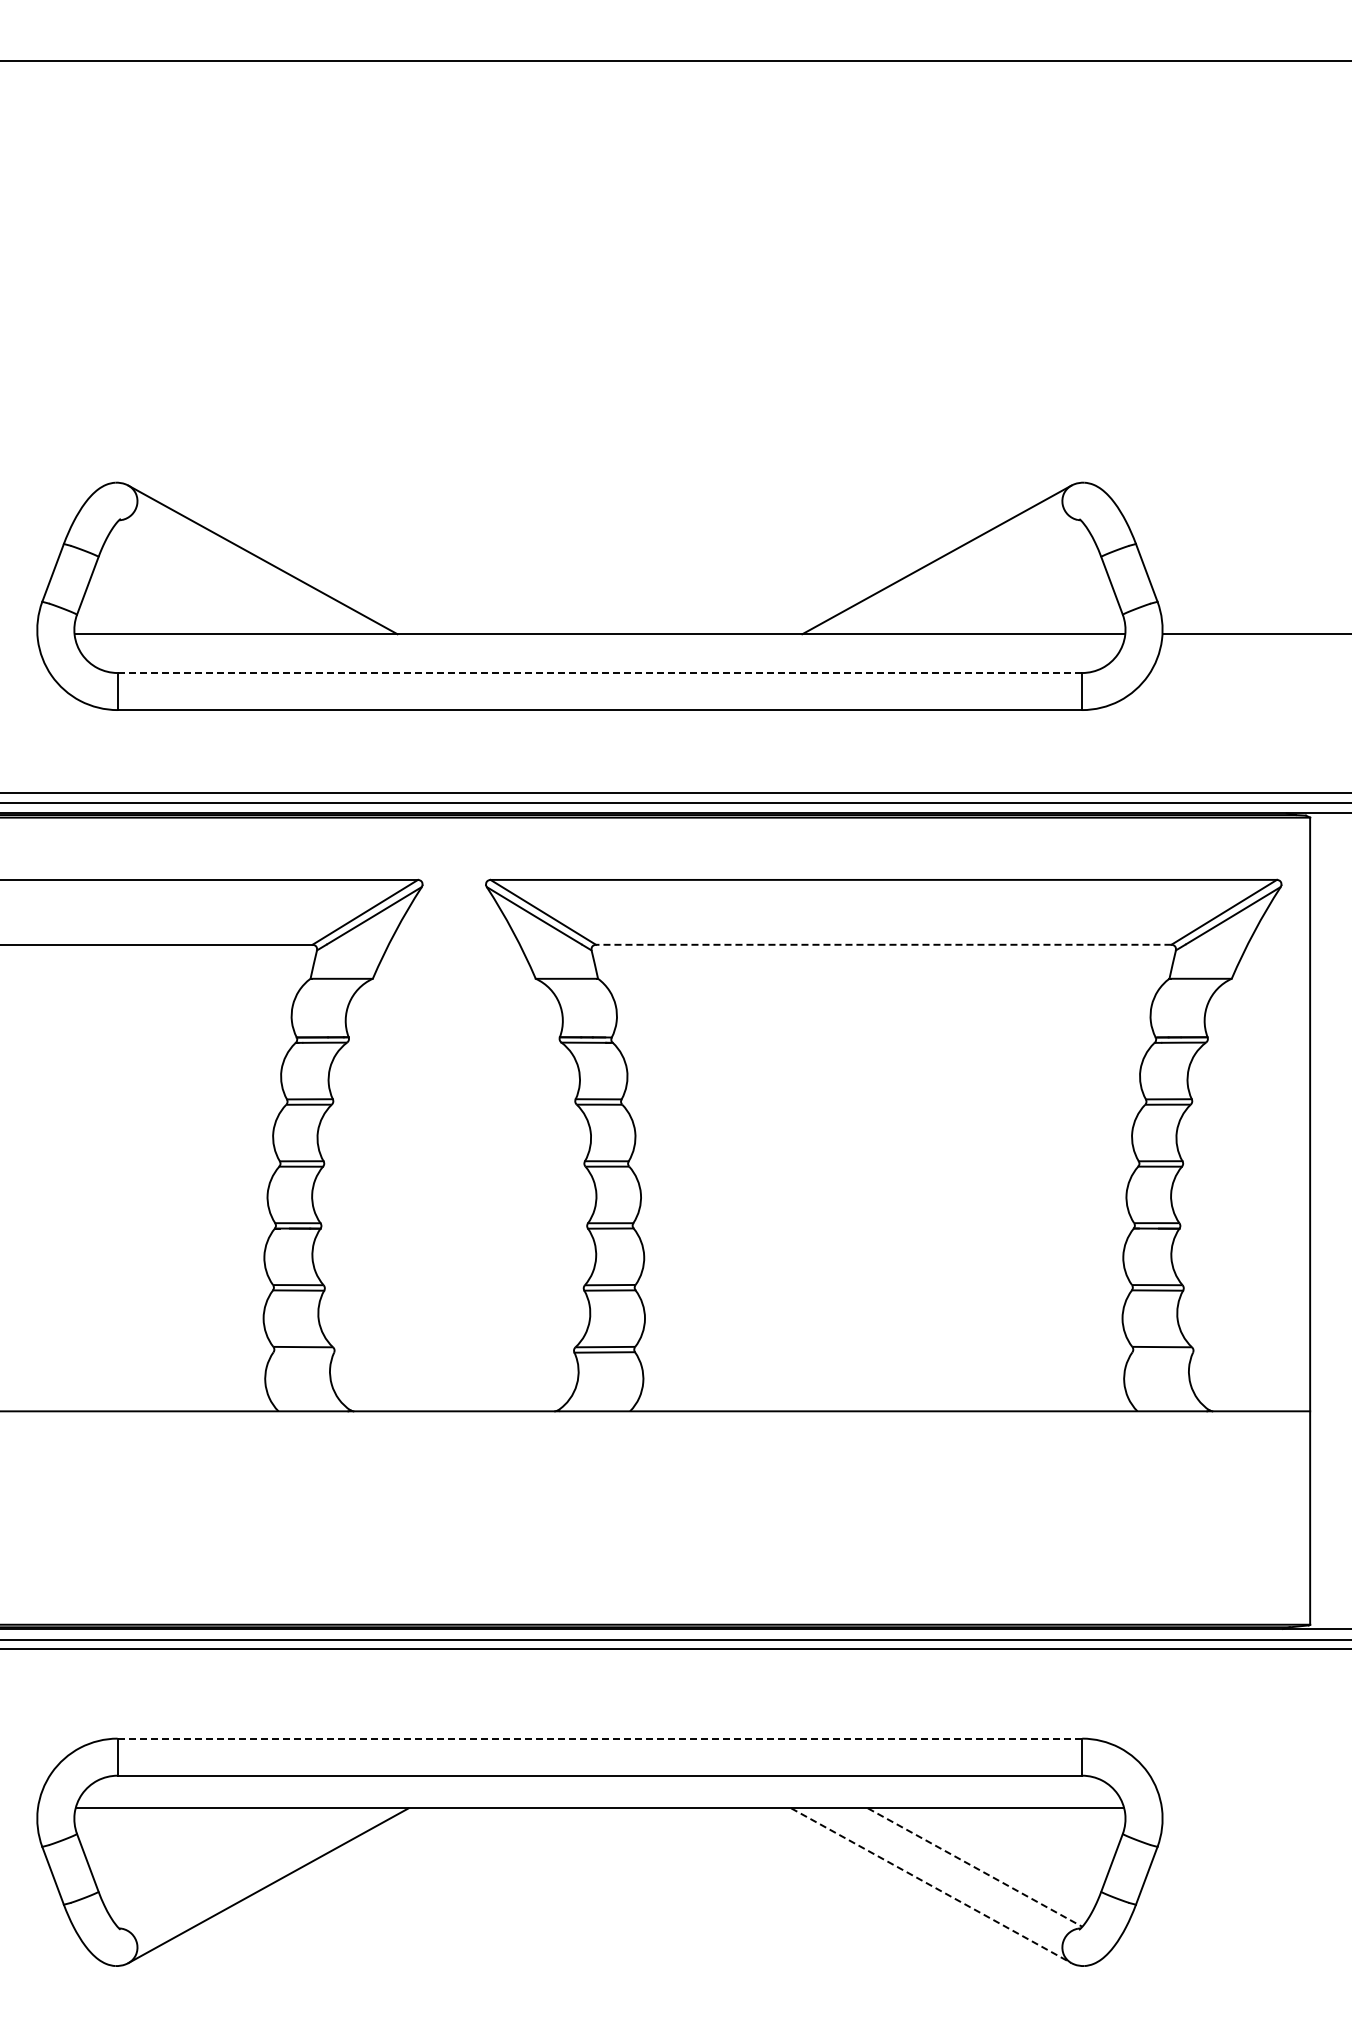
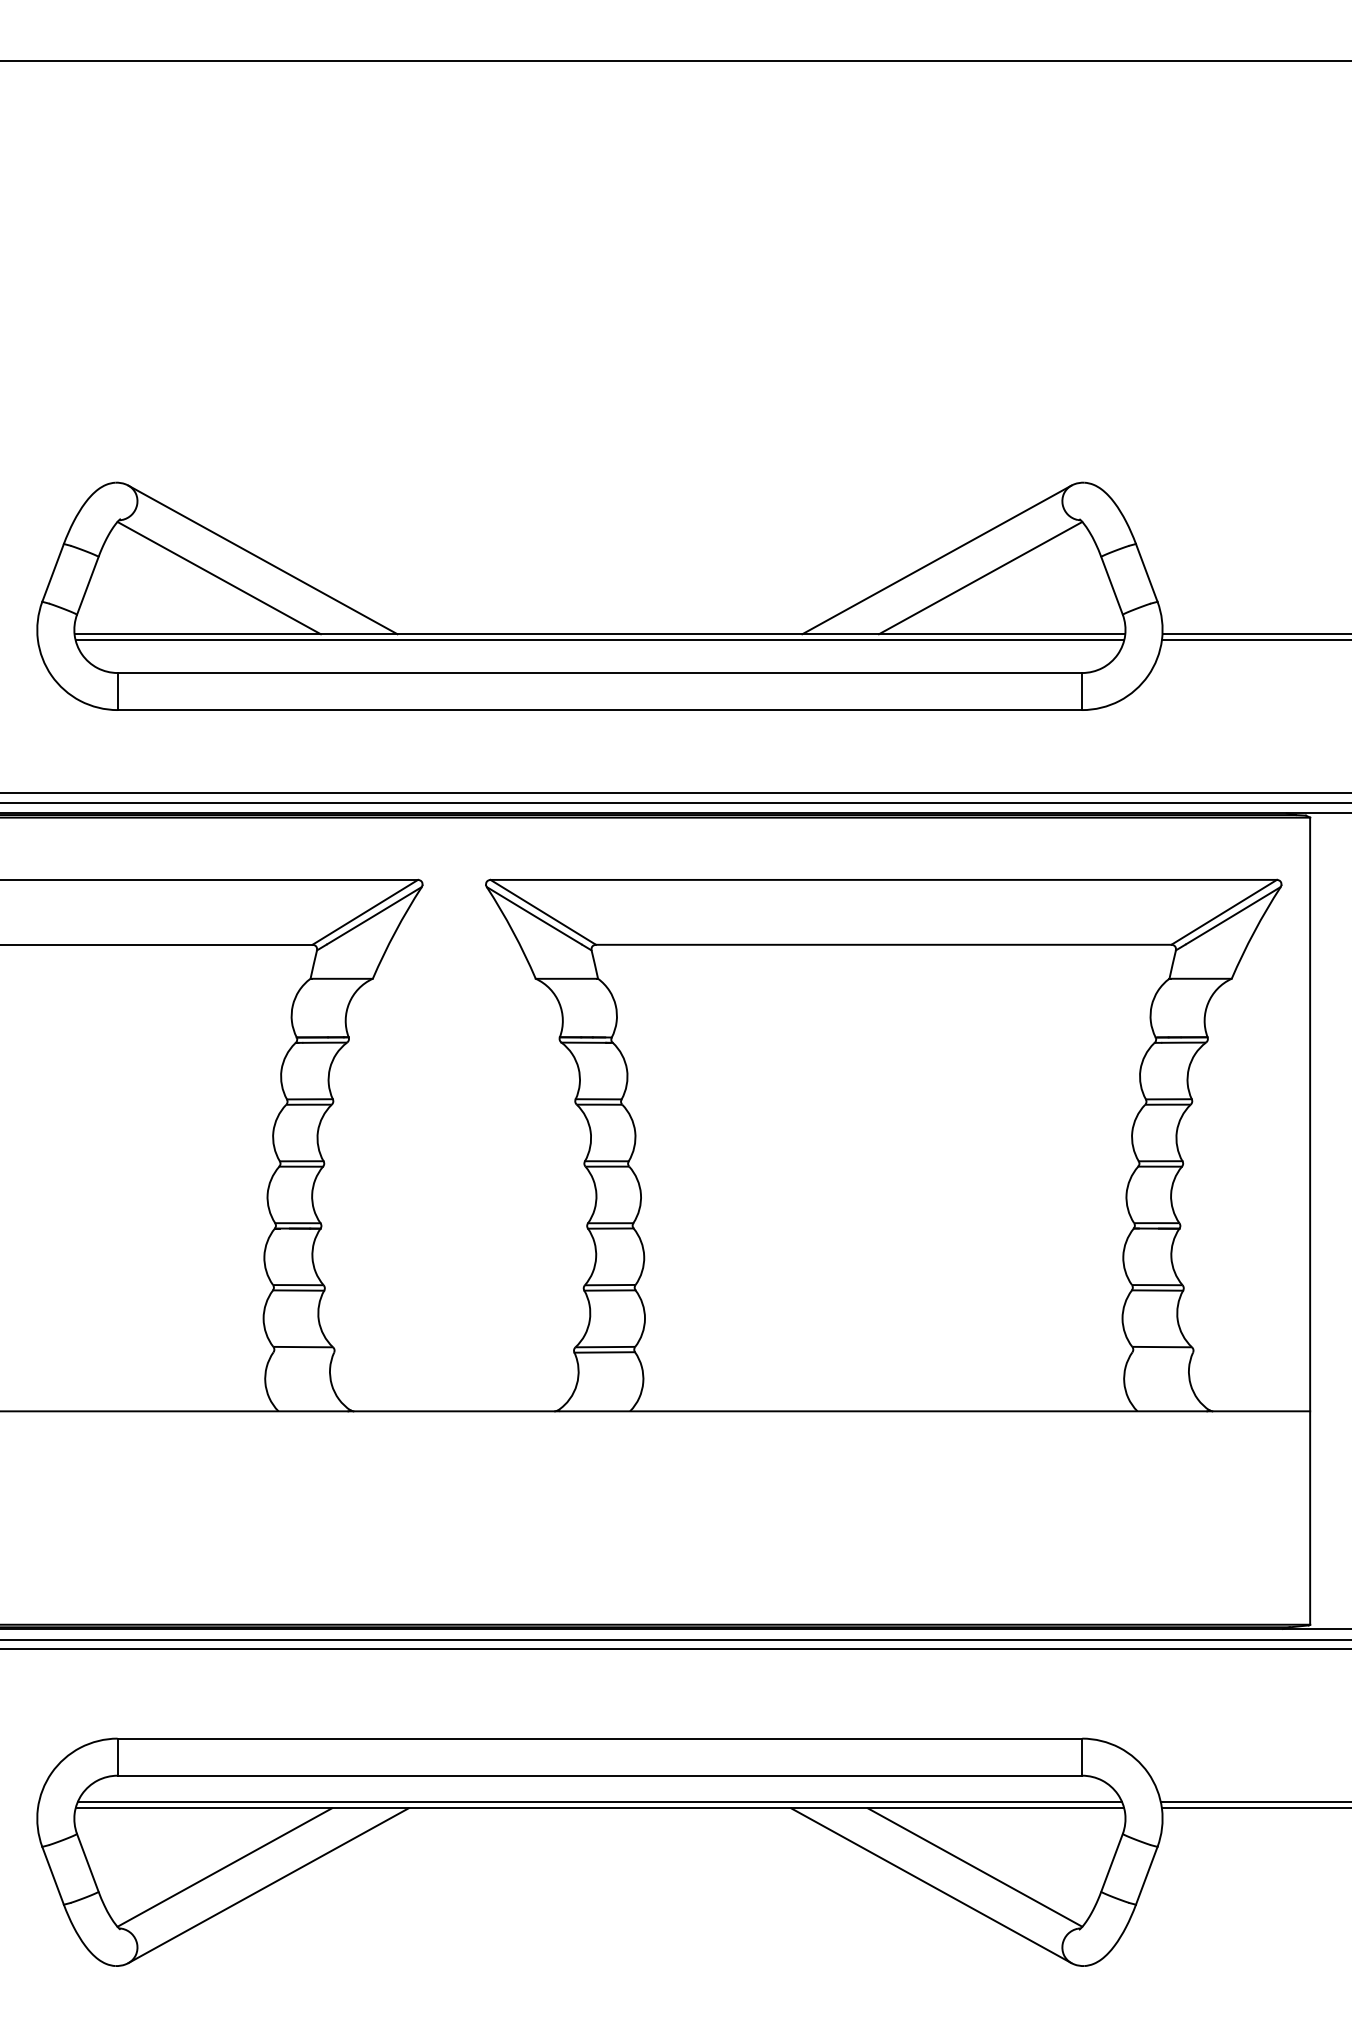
line at (218, 577): none -> present
line at (980, 577): none -> present
line at (599, 640): none -> present
line at (1254, 640): none -> present
line at (600, 673): dashed -> solid
line at (883, 944): dashed -> solid
line at (599, 1738): dashed -> solid
line at (599, 1802): none -> present
line at (1254, 1802): none -> present
line at (1254, 1808): none -> present
line at (224, 1867): none -> present
line at (975, 1867): dashed -> solid
line at (931, 1885): dashed -> solid
